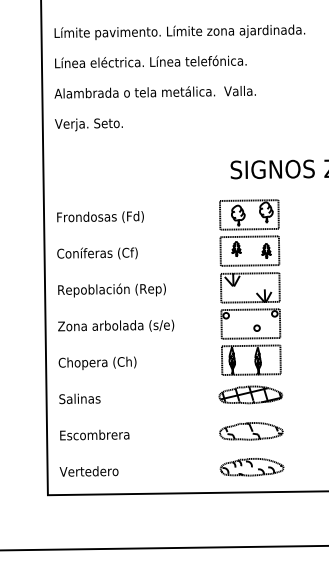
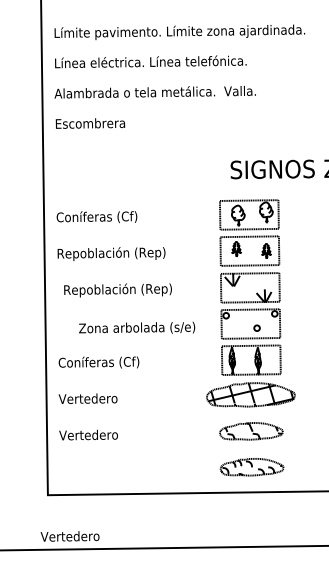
text at (90, 124): Verja. Seto. -> Escombrera
text at (99, 217): Frondosas (Fd) -> Coníferas (Cf)
text at (111, 254): Coníferas (Cf) -> Repoblación (Rep)
text at (111, 290) position: (111, 290) -> (117, 290)
text at (116, 325) position: (116, 325) -> (137, 327)
text at (103, 362): Chopera (Ch) -> Coníferas (Cf)
part at (250, 394) size: 65x20 px -> 90x26 px
text at (87, 398): Salinas -> Vertedero
text at (94, 434): Escombrera -> Vertedero
text at (88, 471) position: (88, 471) -> (69, 536)
